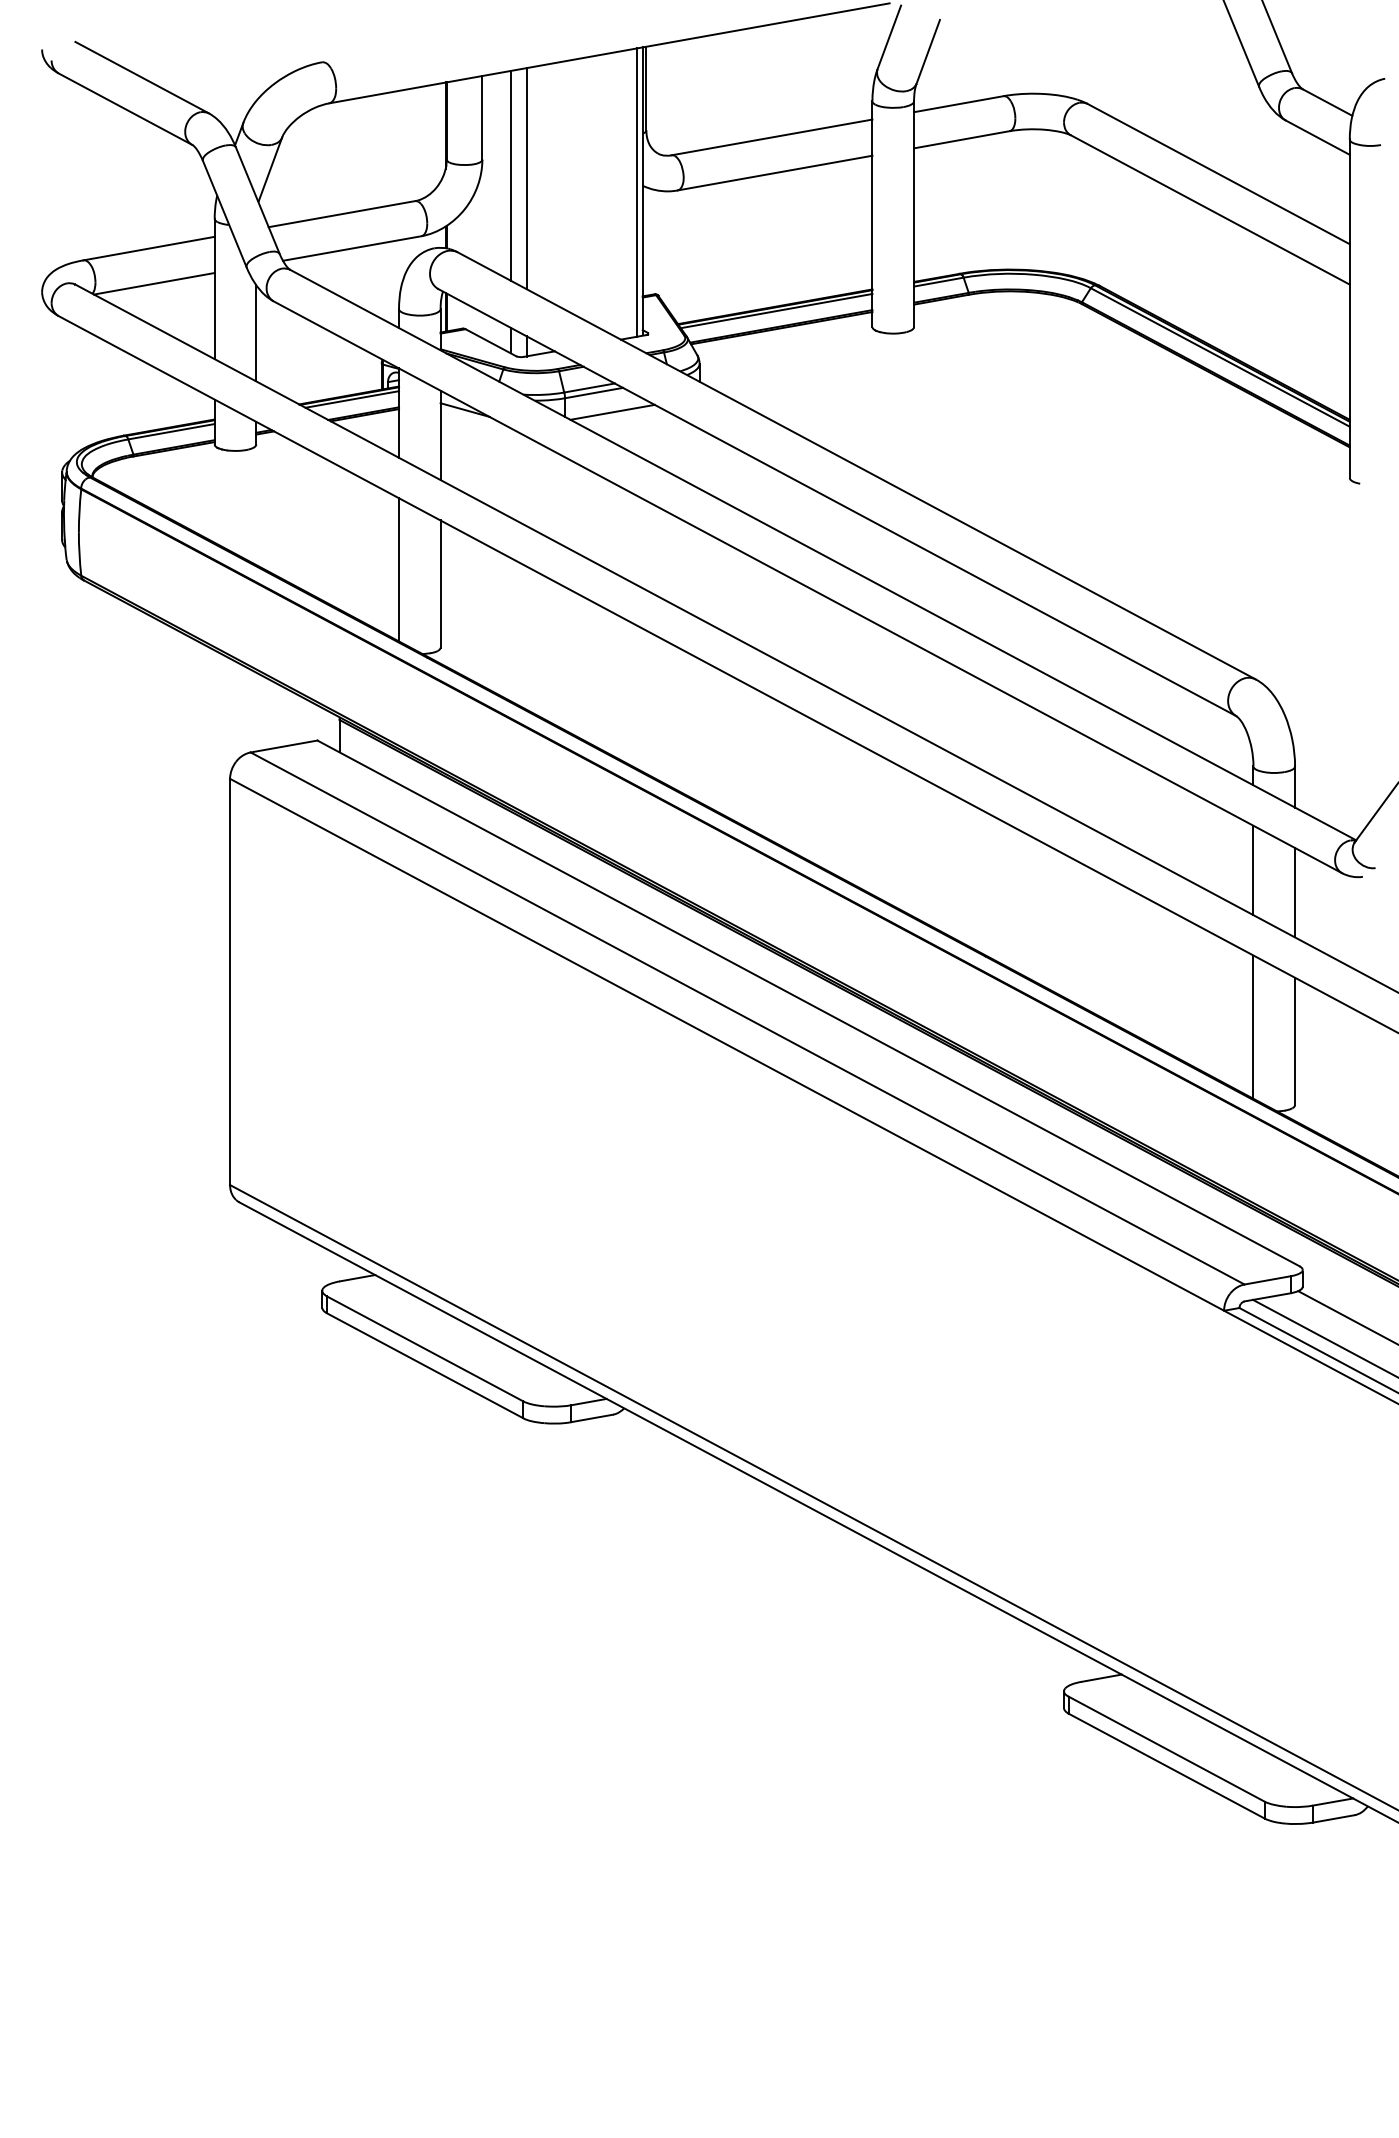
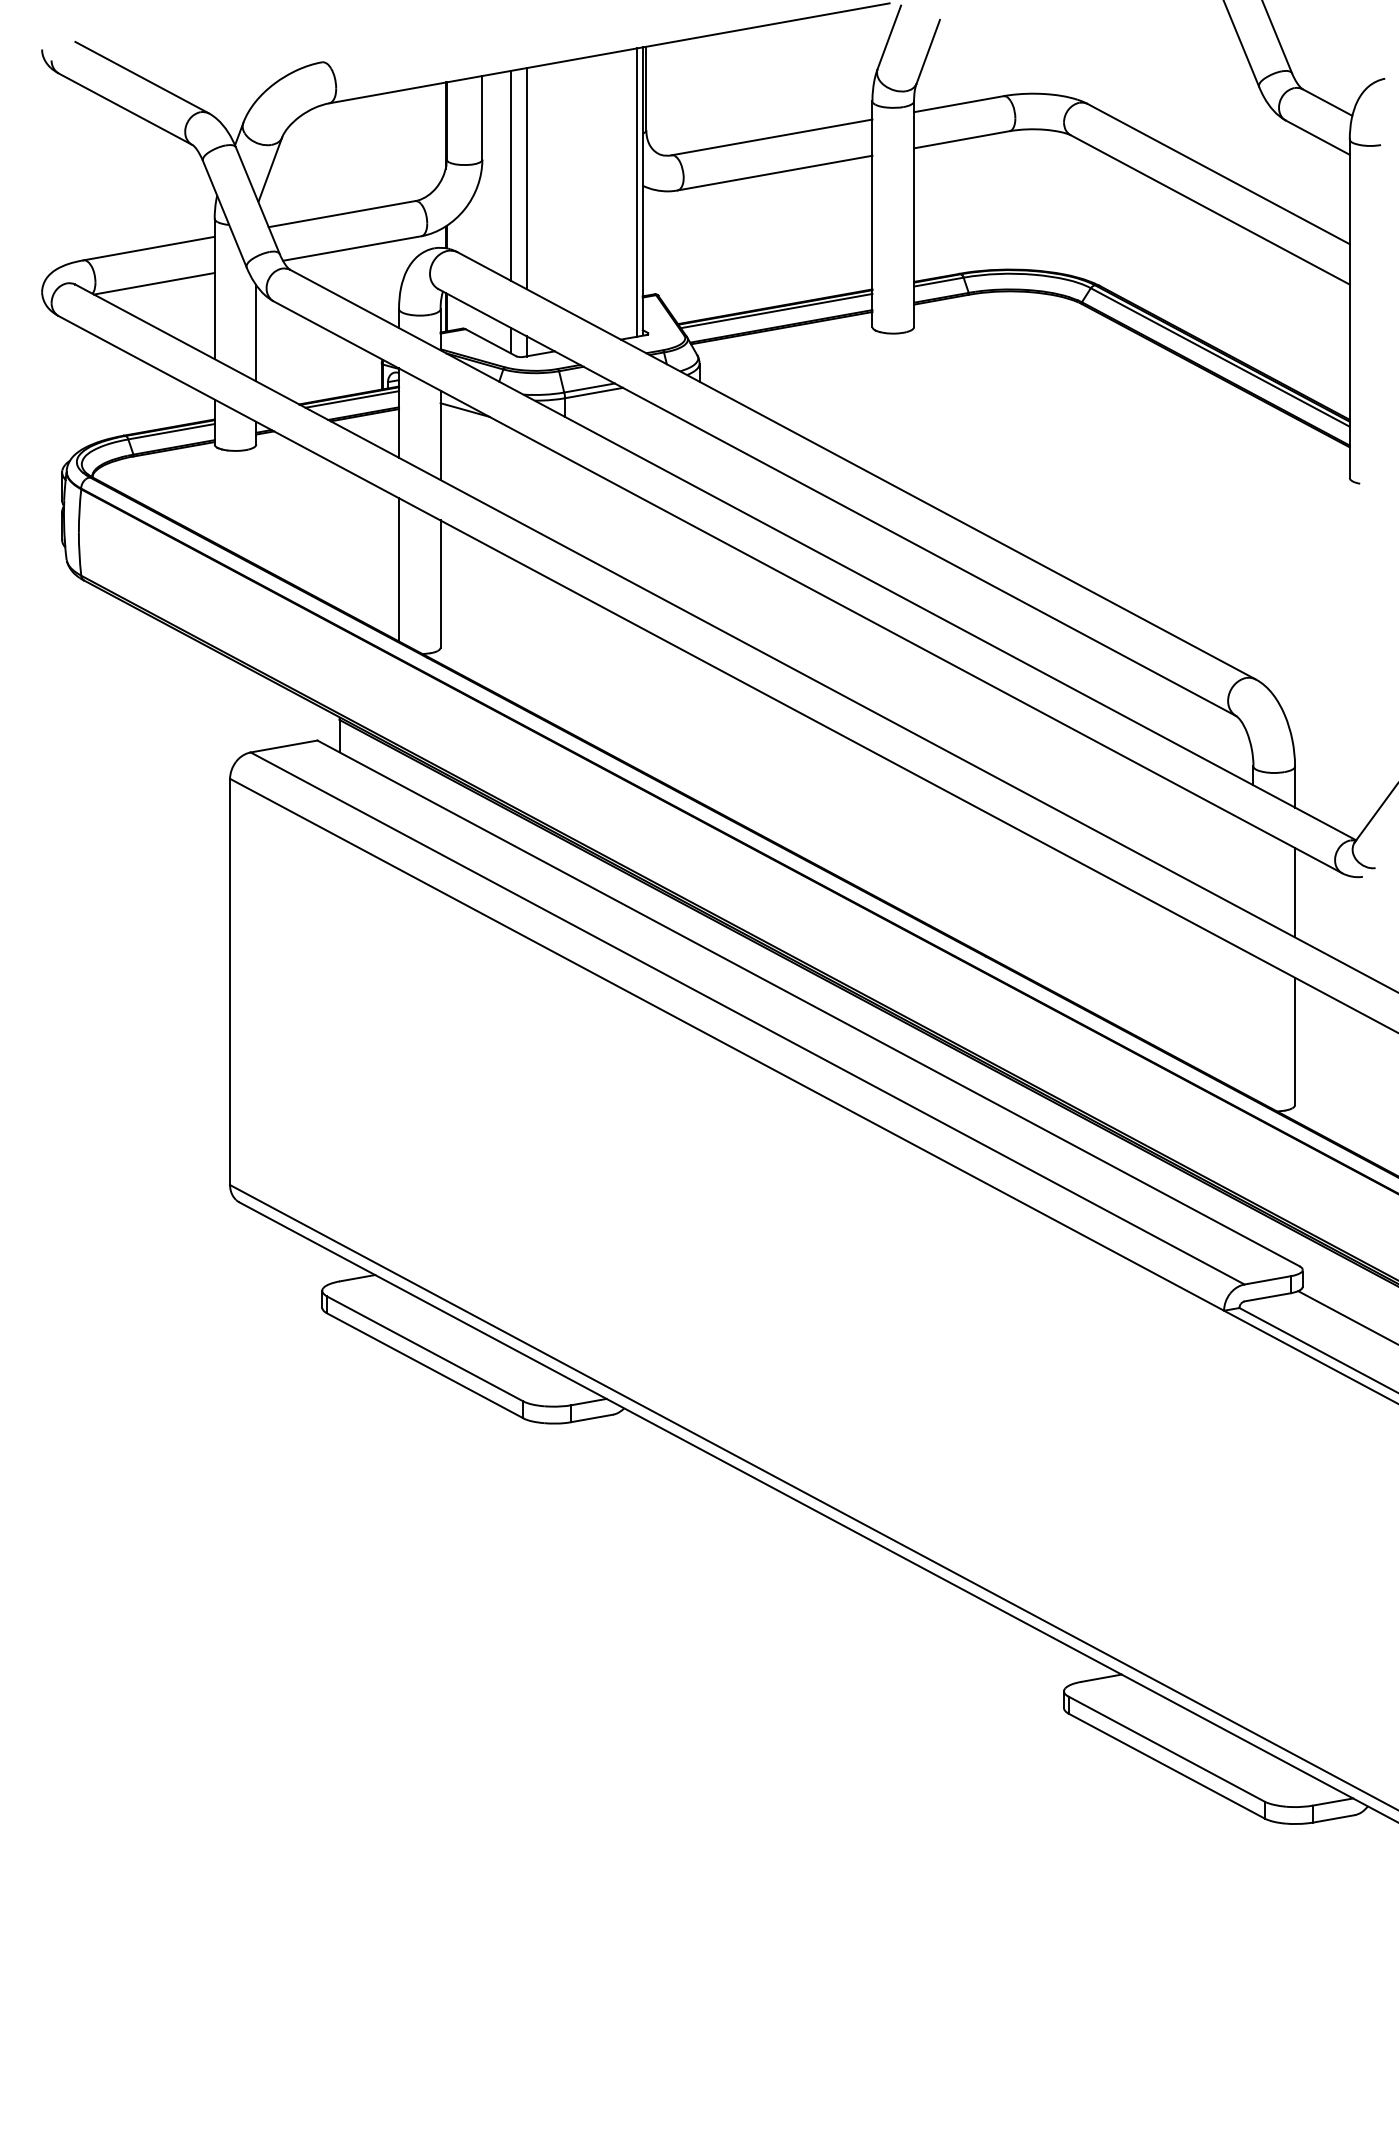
line at (612, 411): present -> none
line at (1253, 870): present -> none
line at (1253, 1026): present -> none
line at (1324, 1337): present -> none
